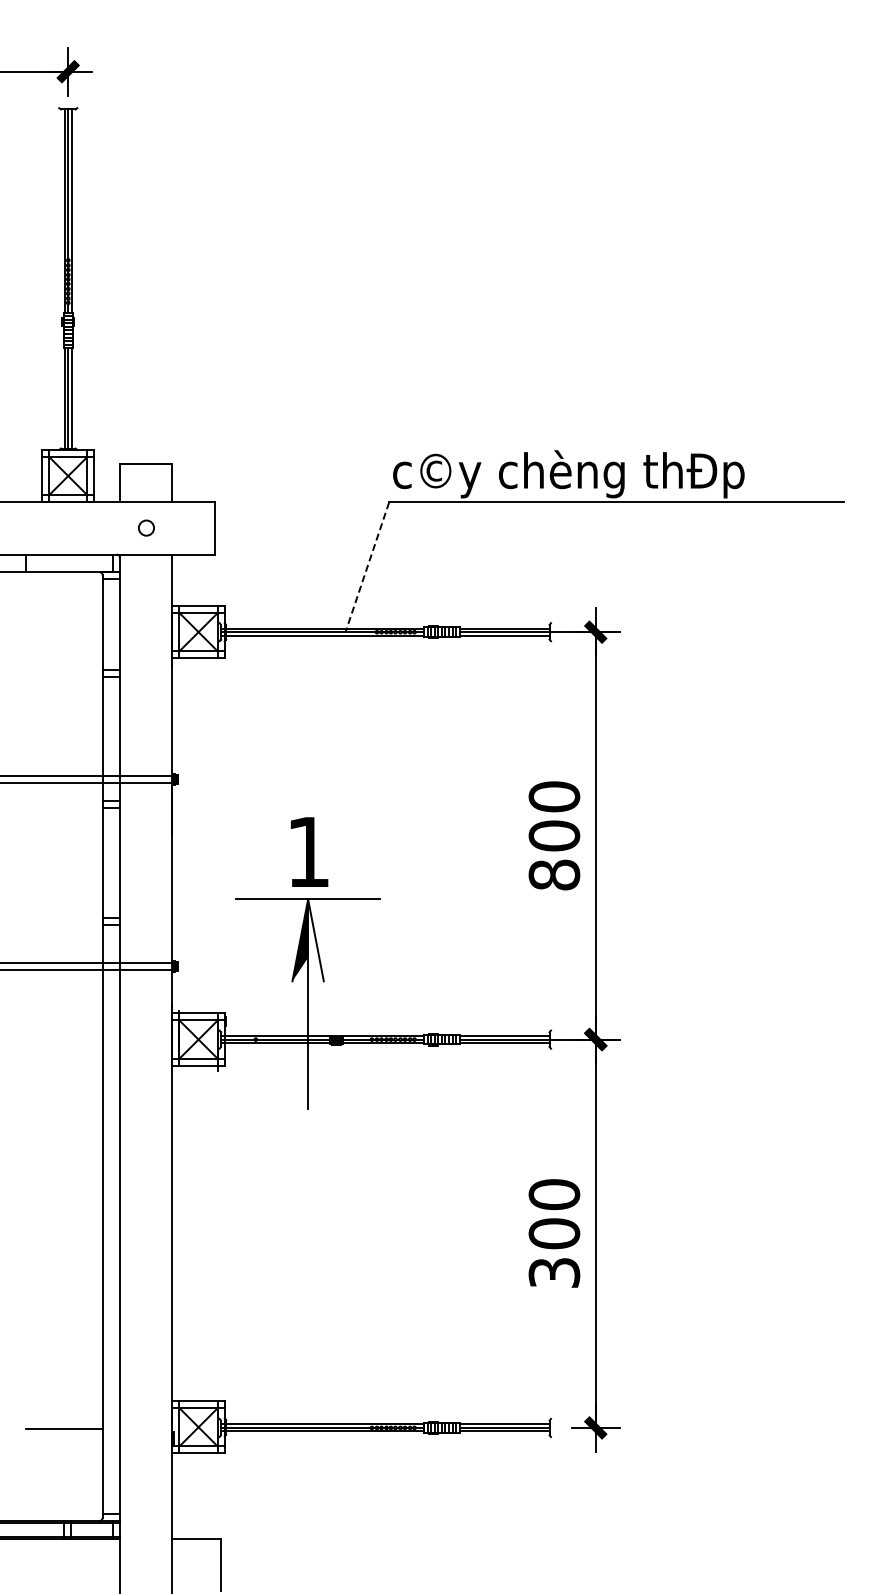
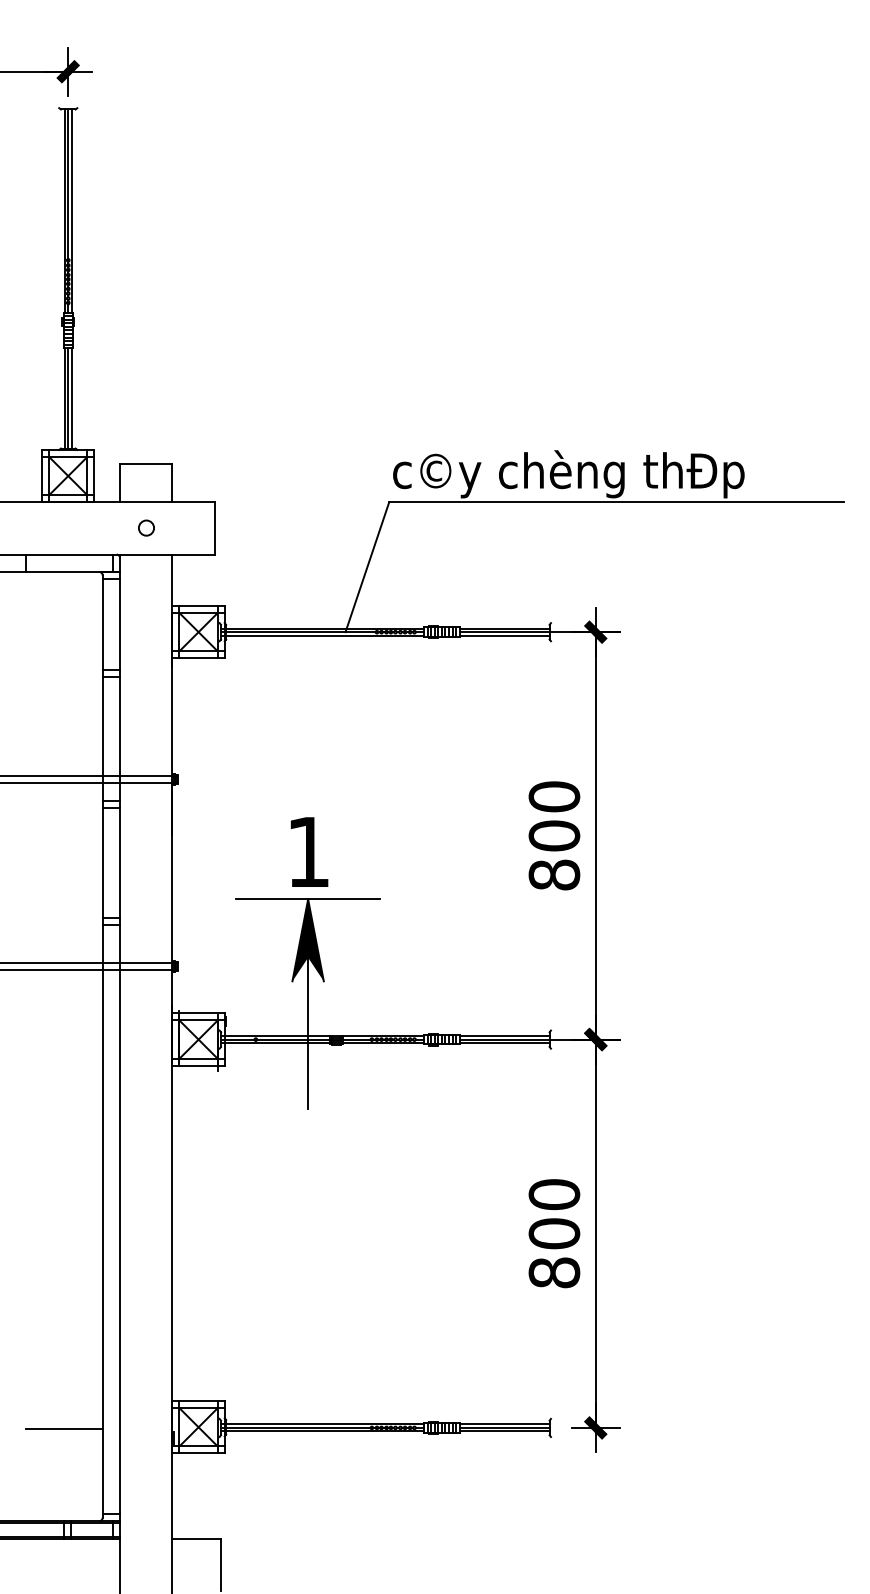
line at (367, 567): dashed -> solid
fill at (315, 940): none -> present
text at (554, 1272): 300 -> 800
